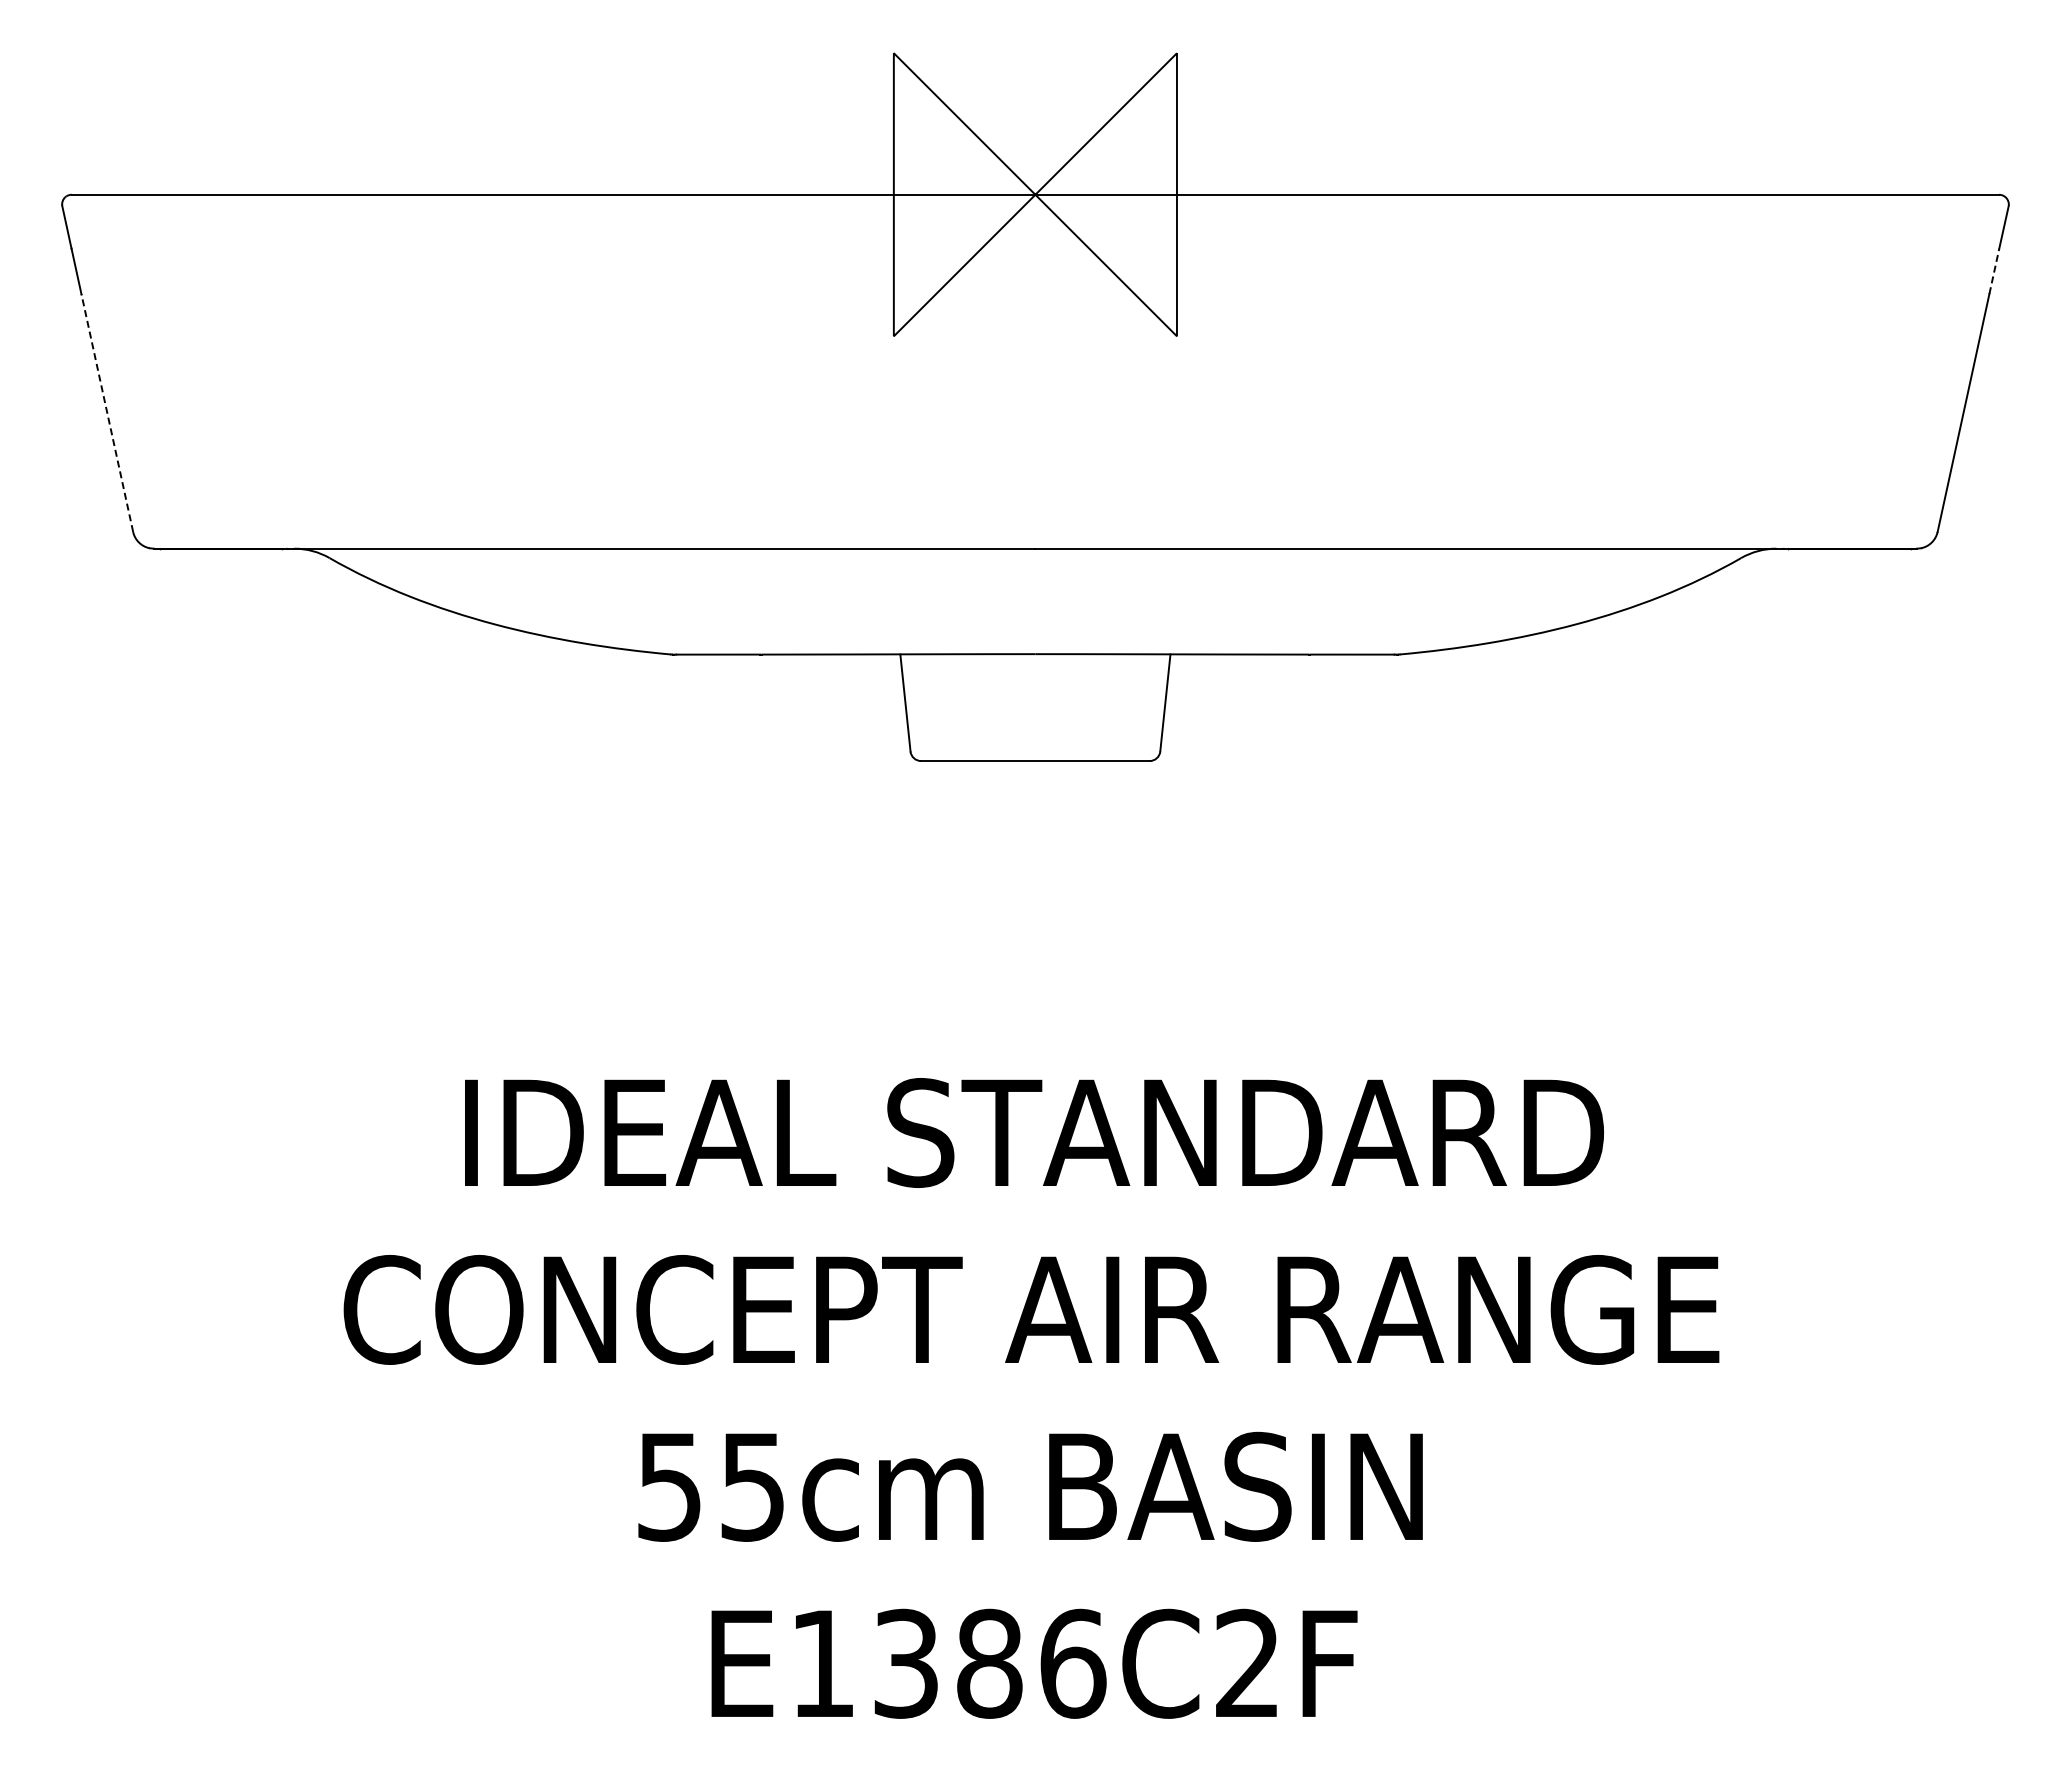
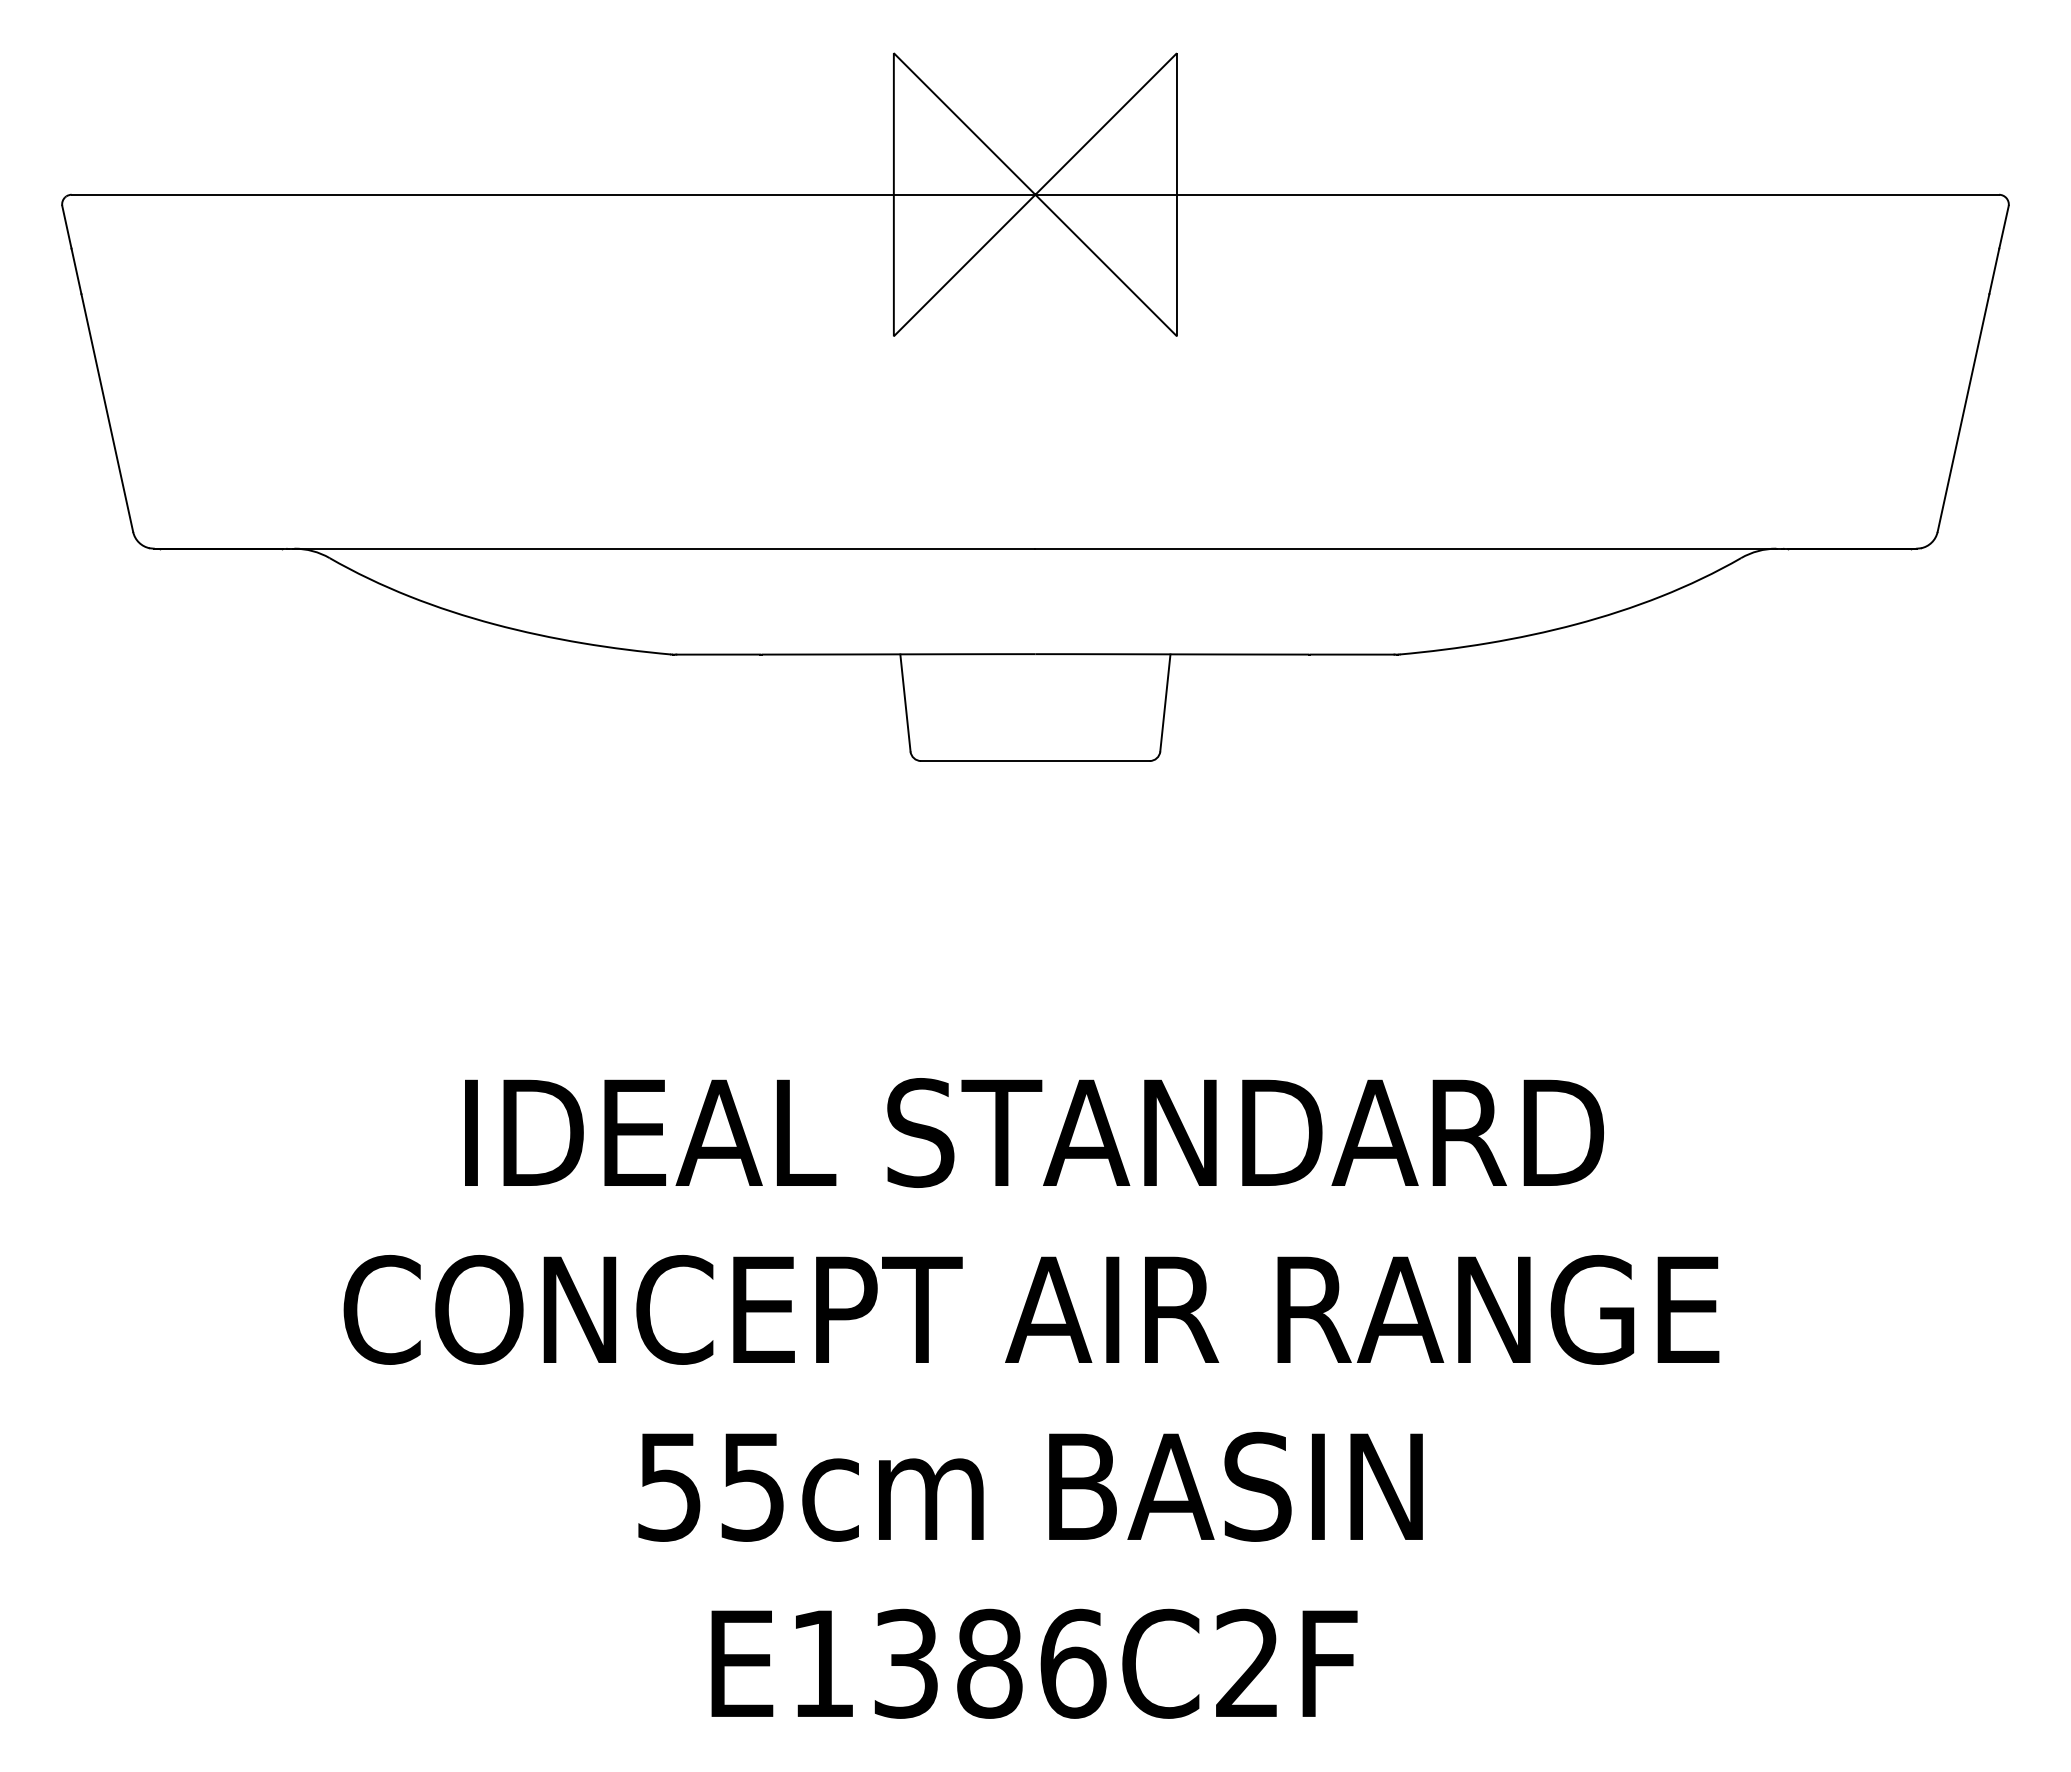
line at (1994, 270): dashed -> solid
line at (107, 413): dashed -> solid
